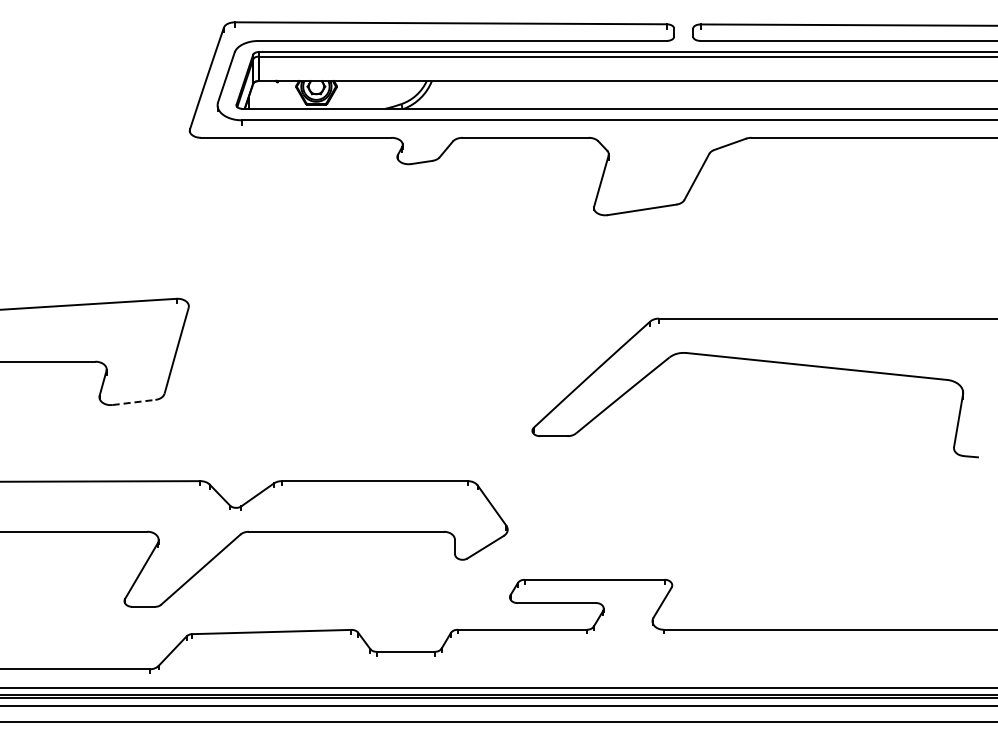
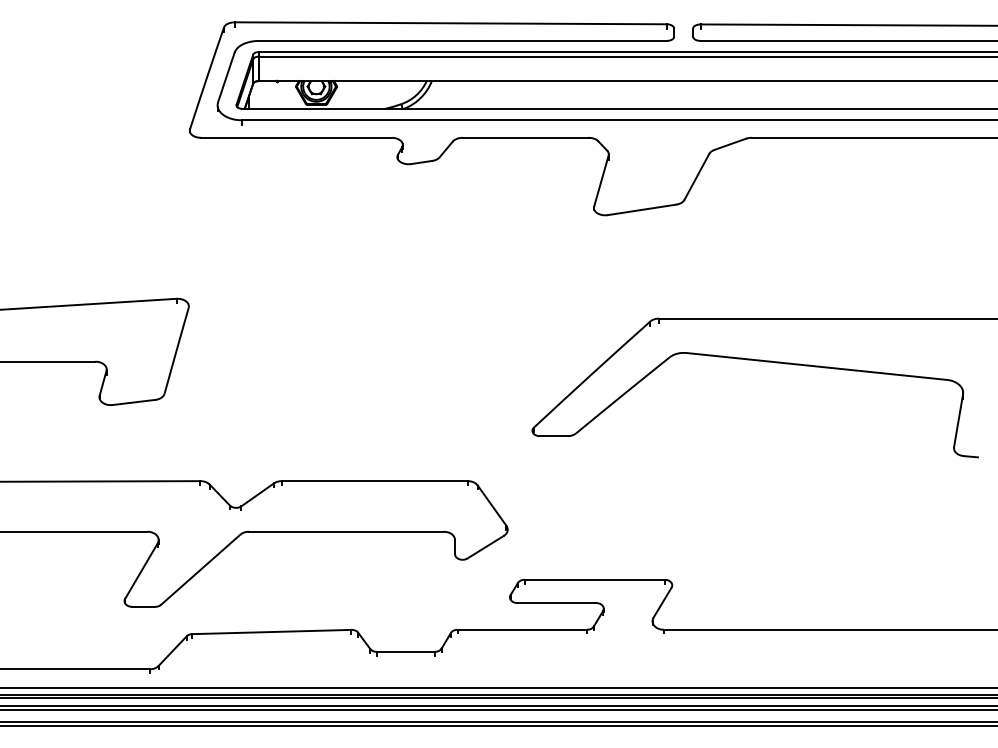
line at (134, 402): dashed -> solid
line at (498, 709): none -> present
line at (498, 725): none -> present
